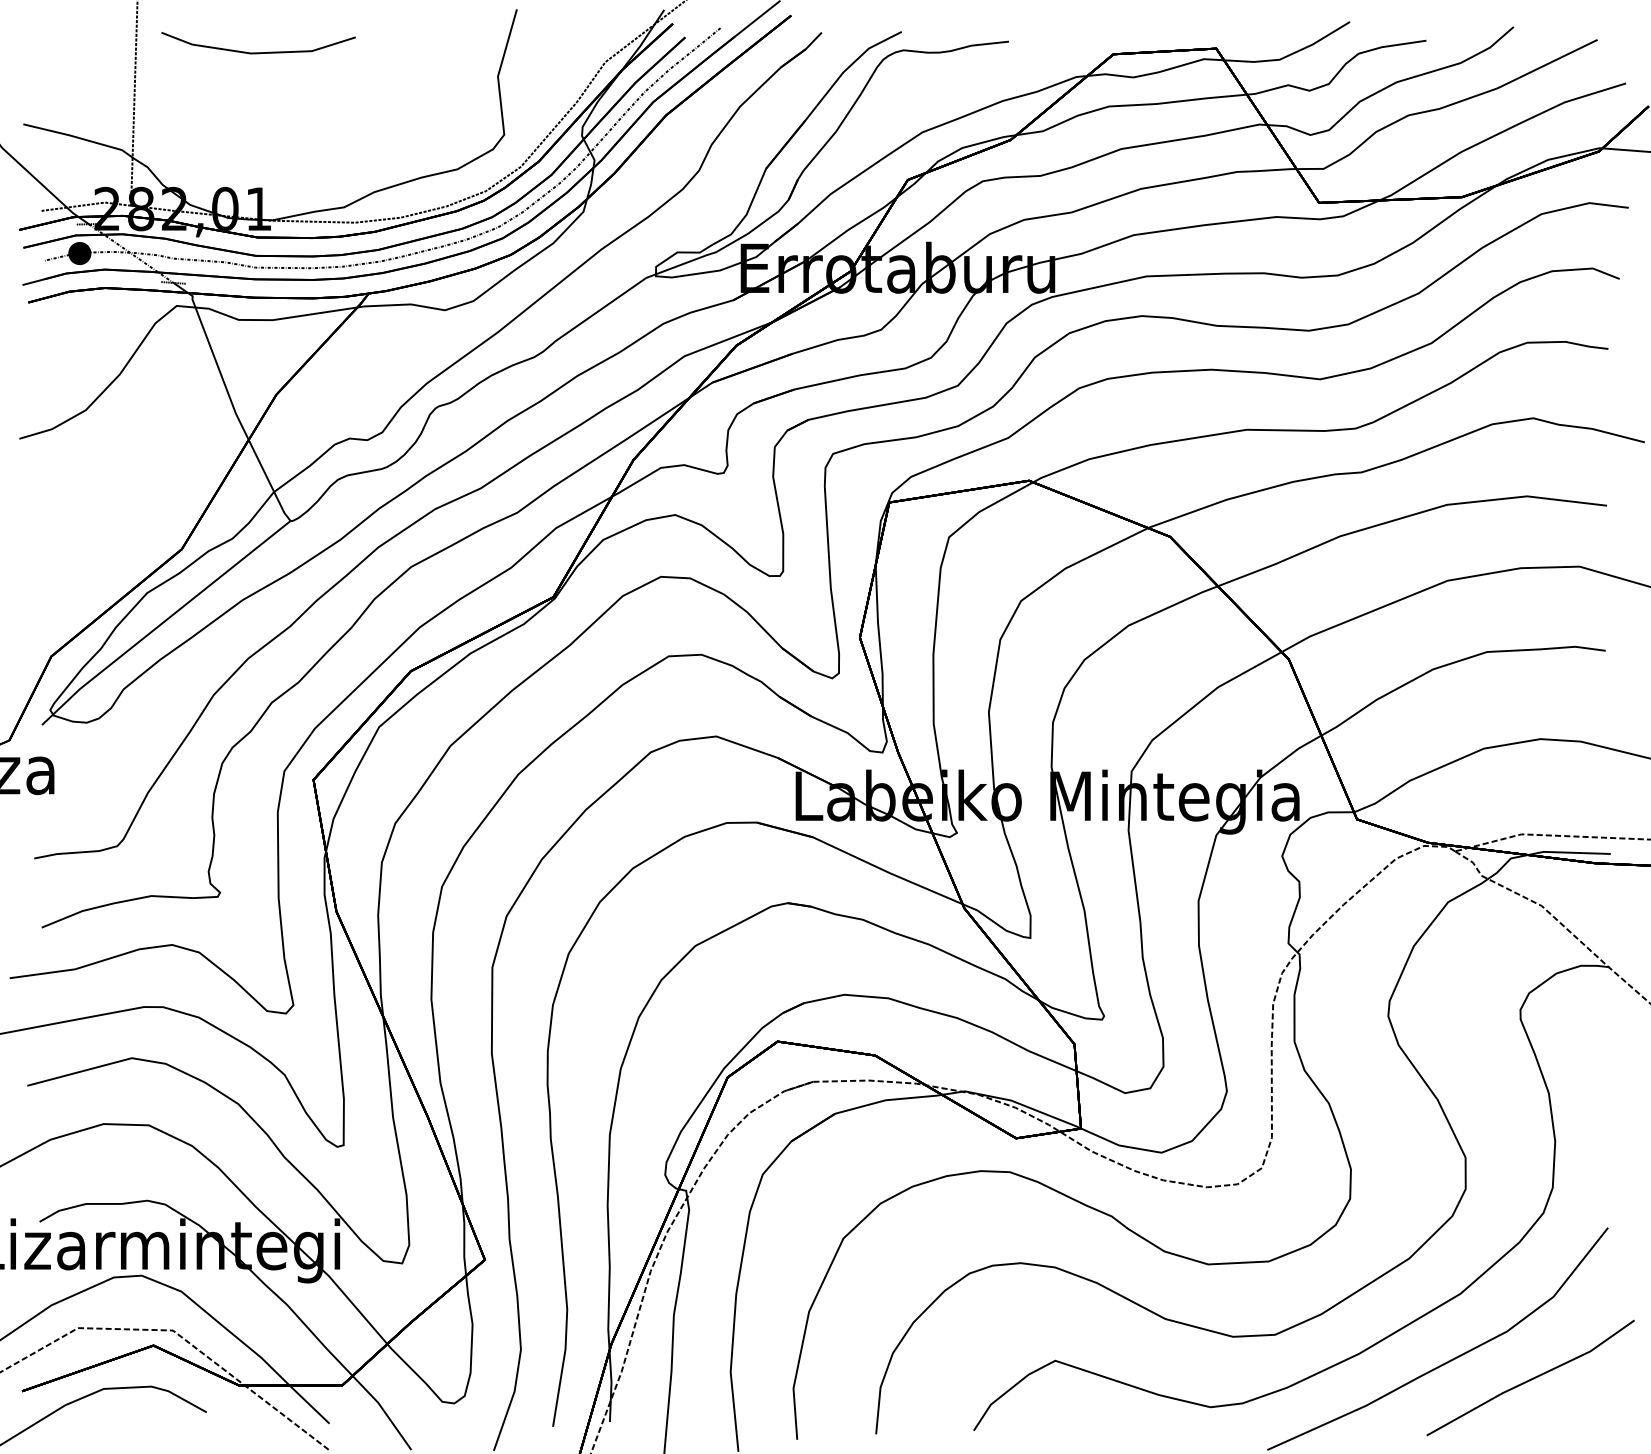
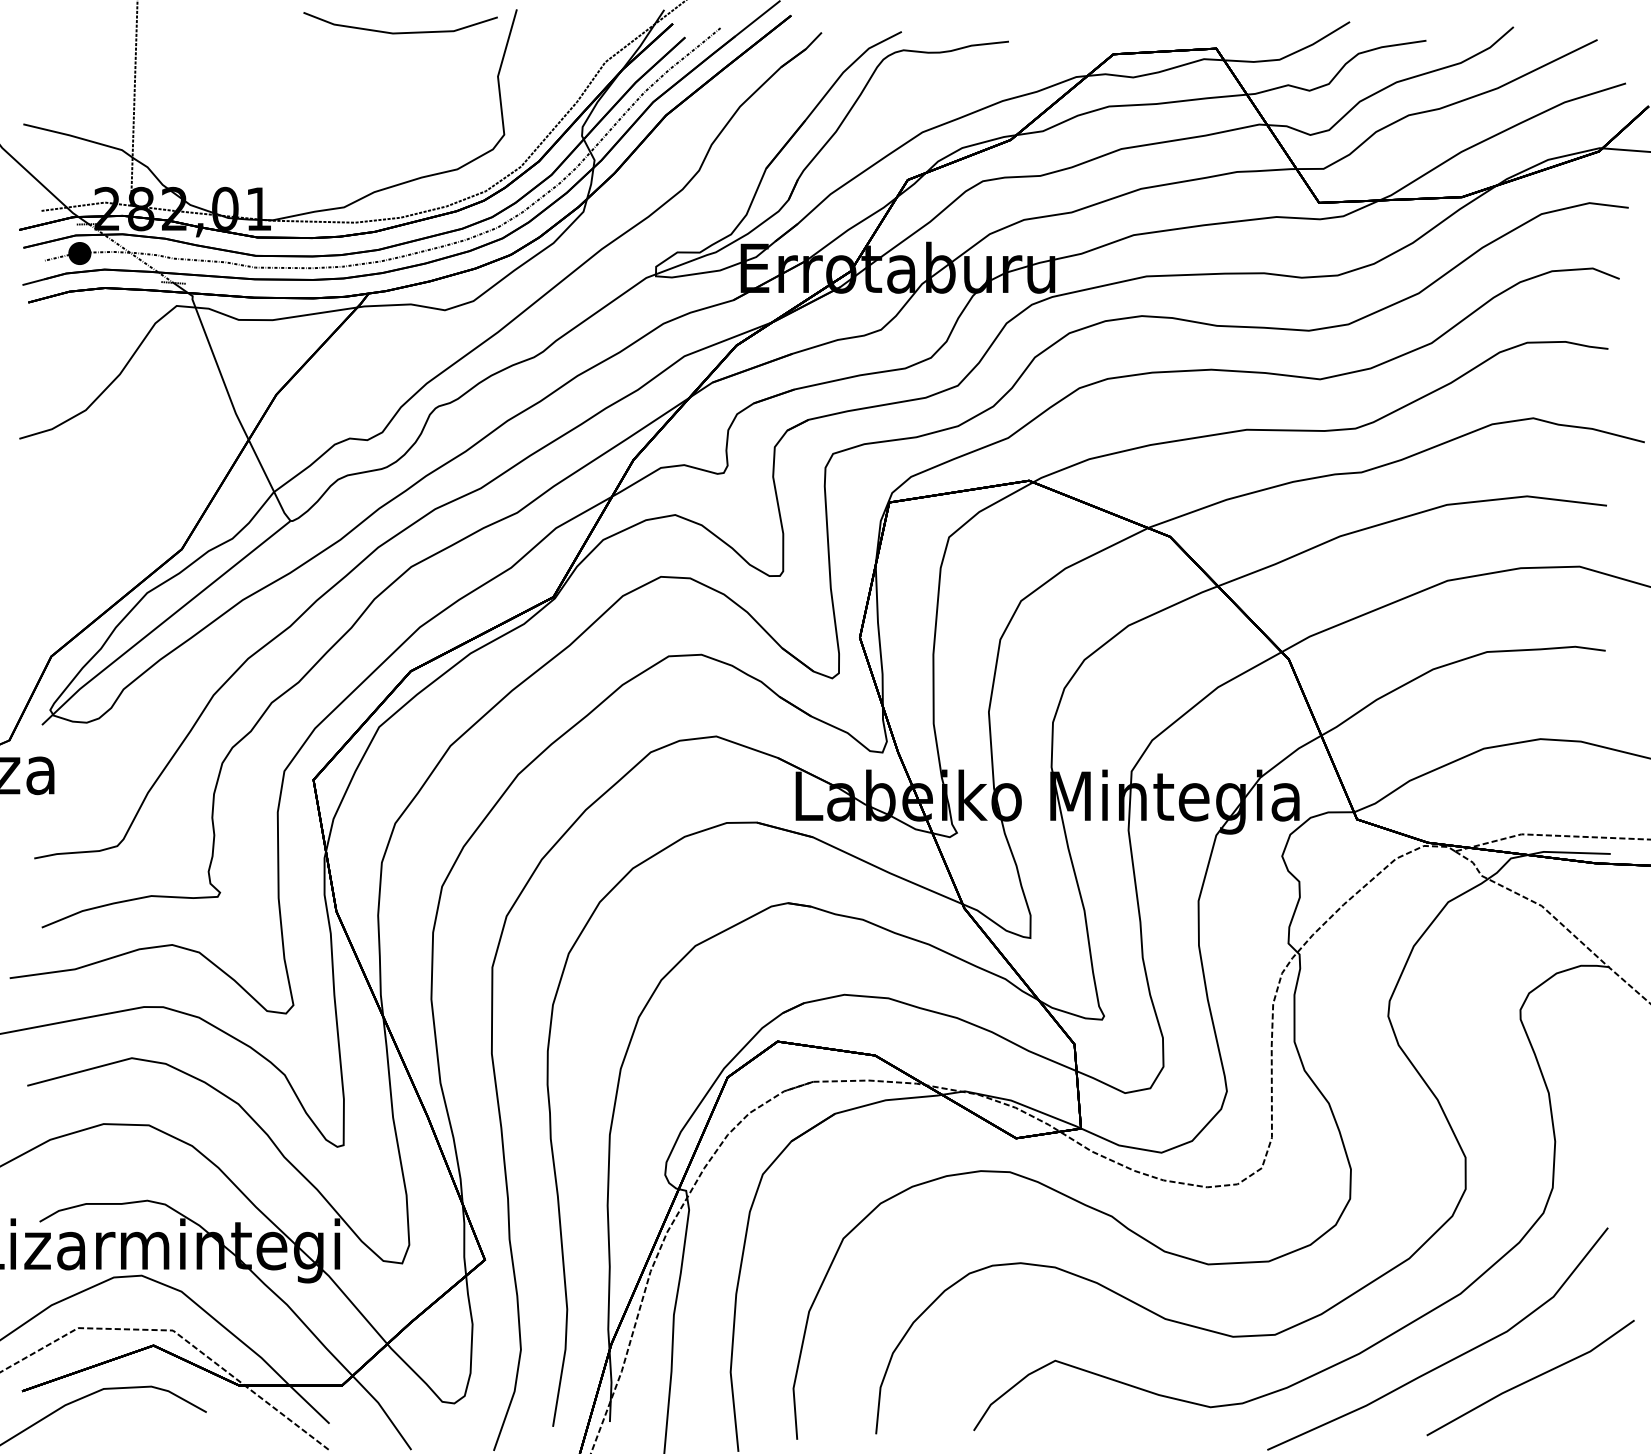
part at (258, 52) position: (258, 52) -> (400, 32)
